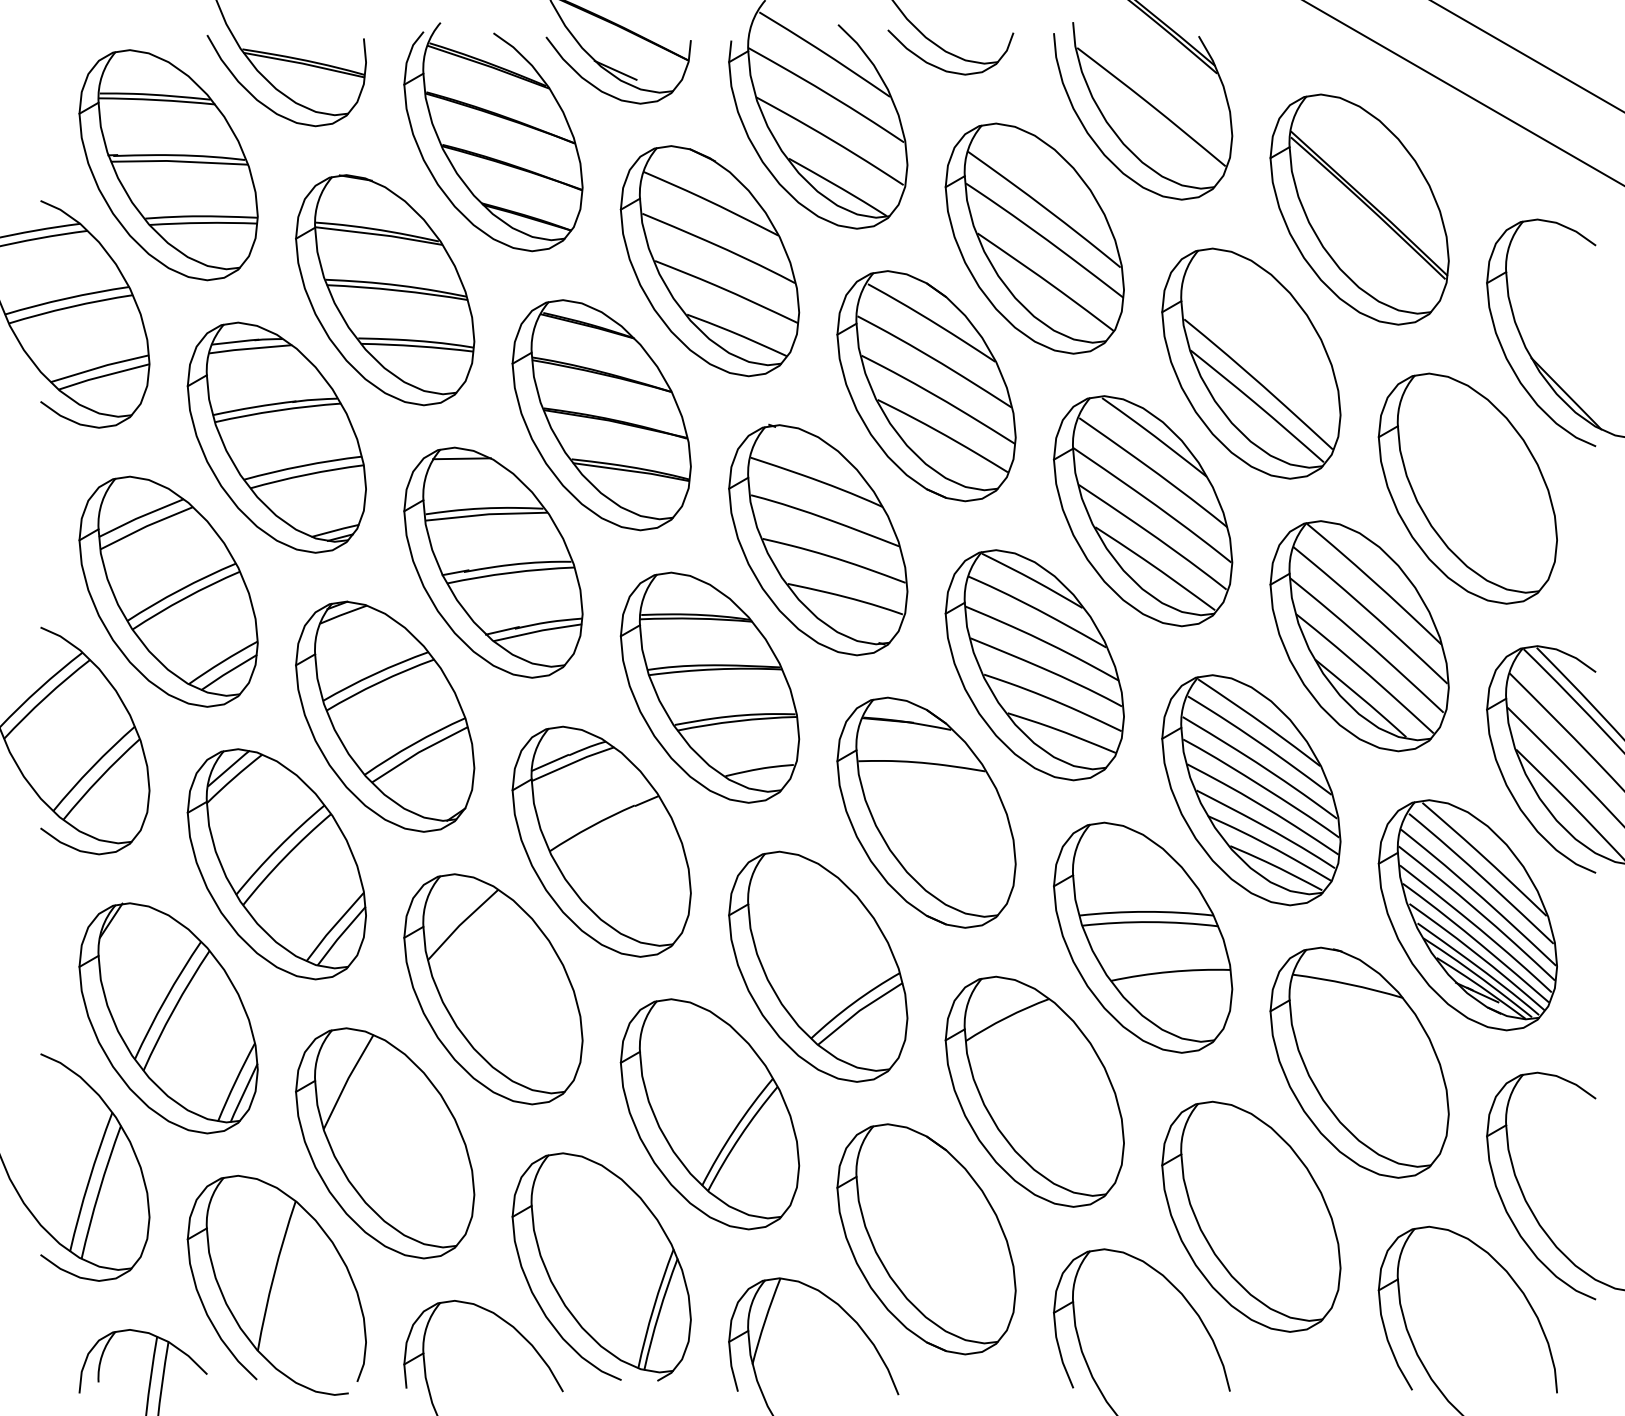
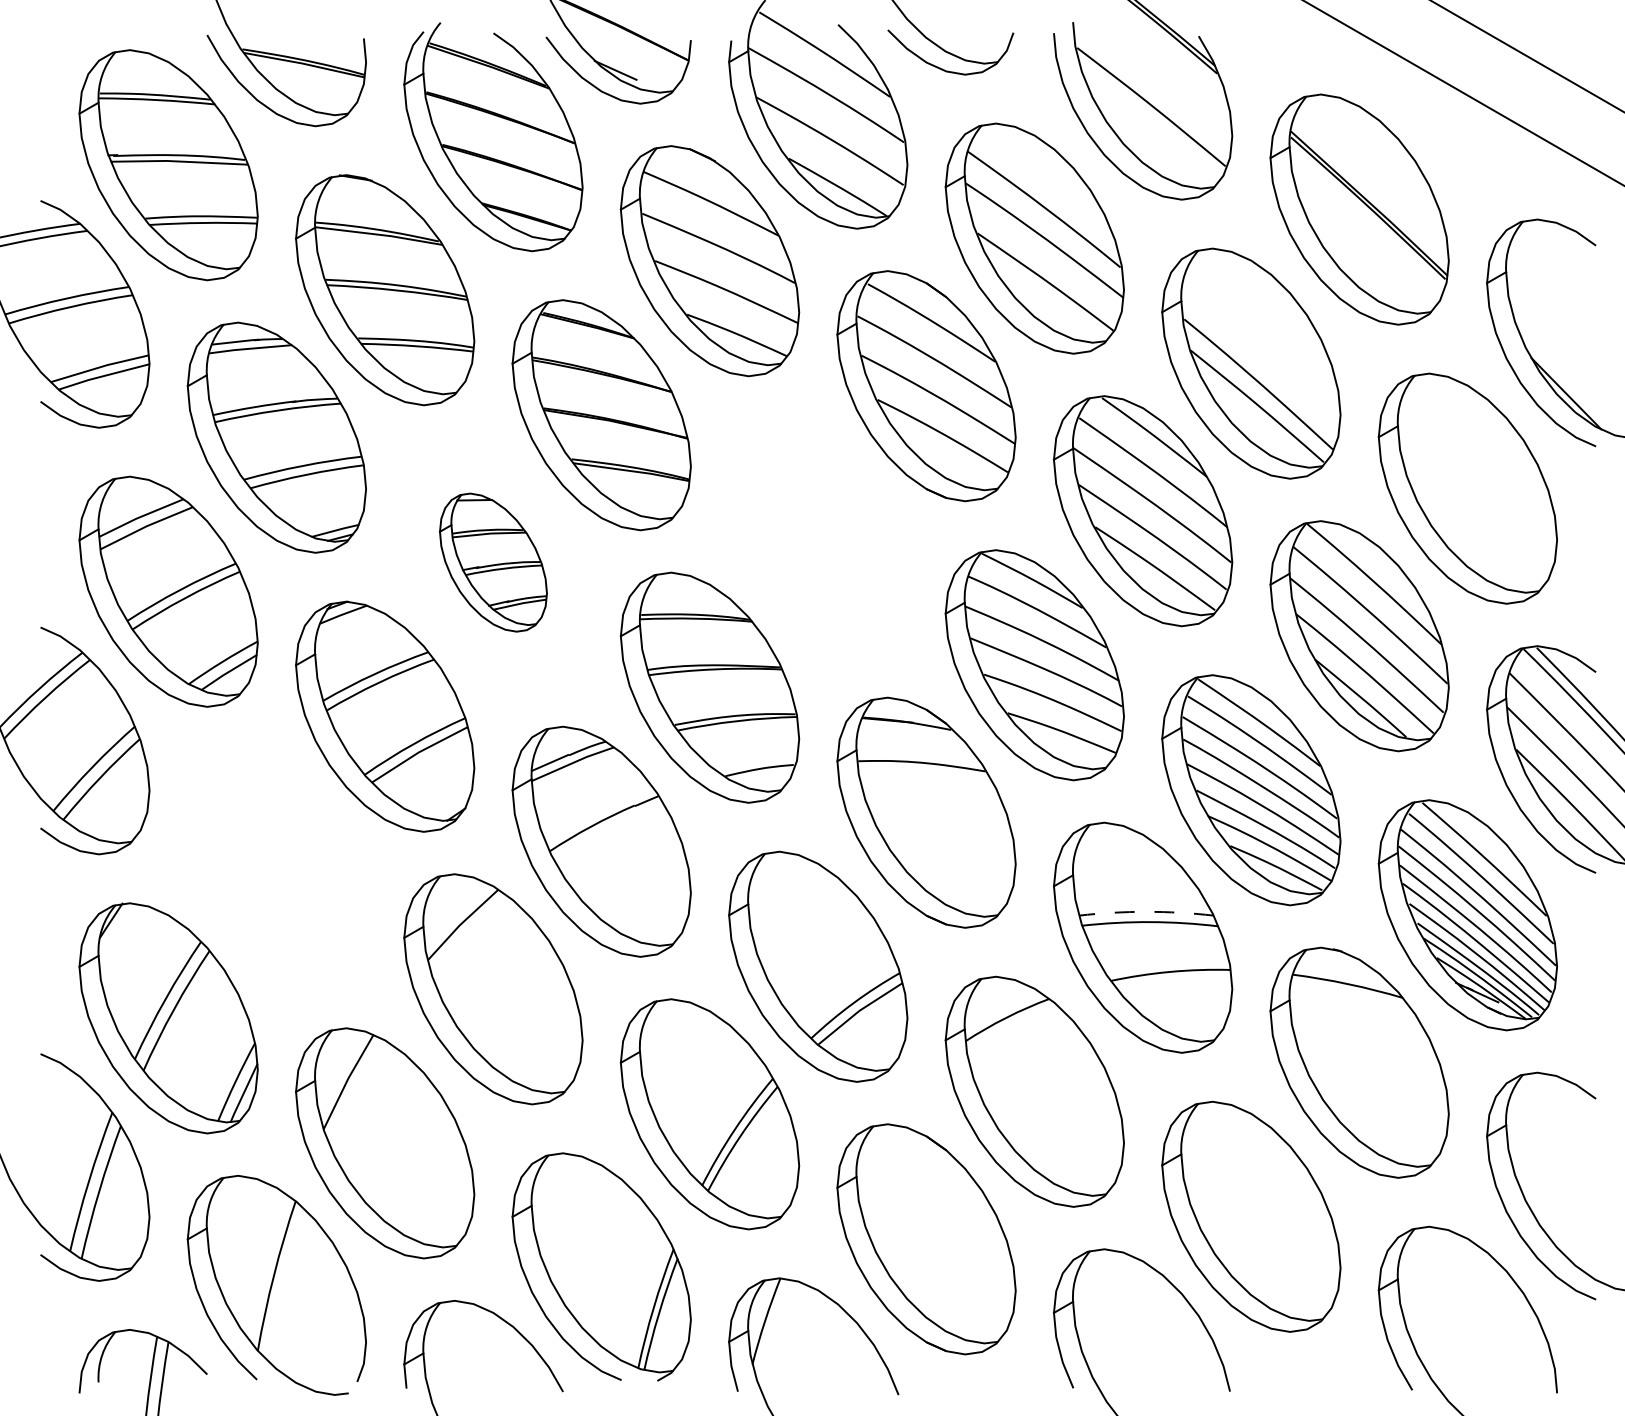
part at (818, 539): present -> none
part at (493, 562) size: 181x233 px -> 109x141 px
part at (276, 864): present -> none
arc at (1146, 911): solid -> dashed
